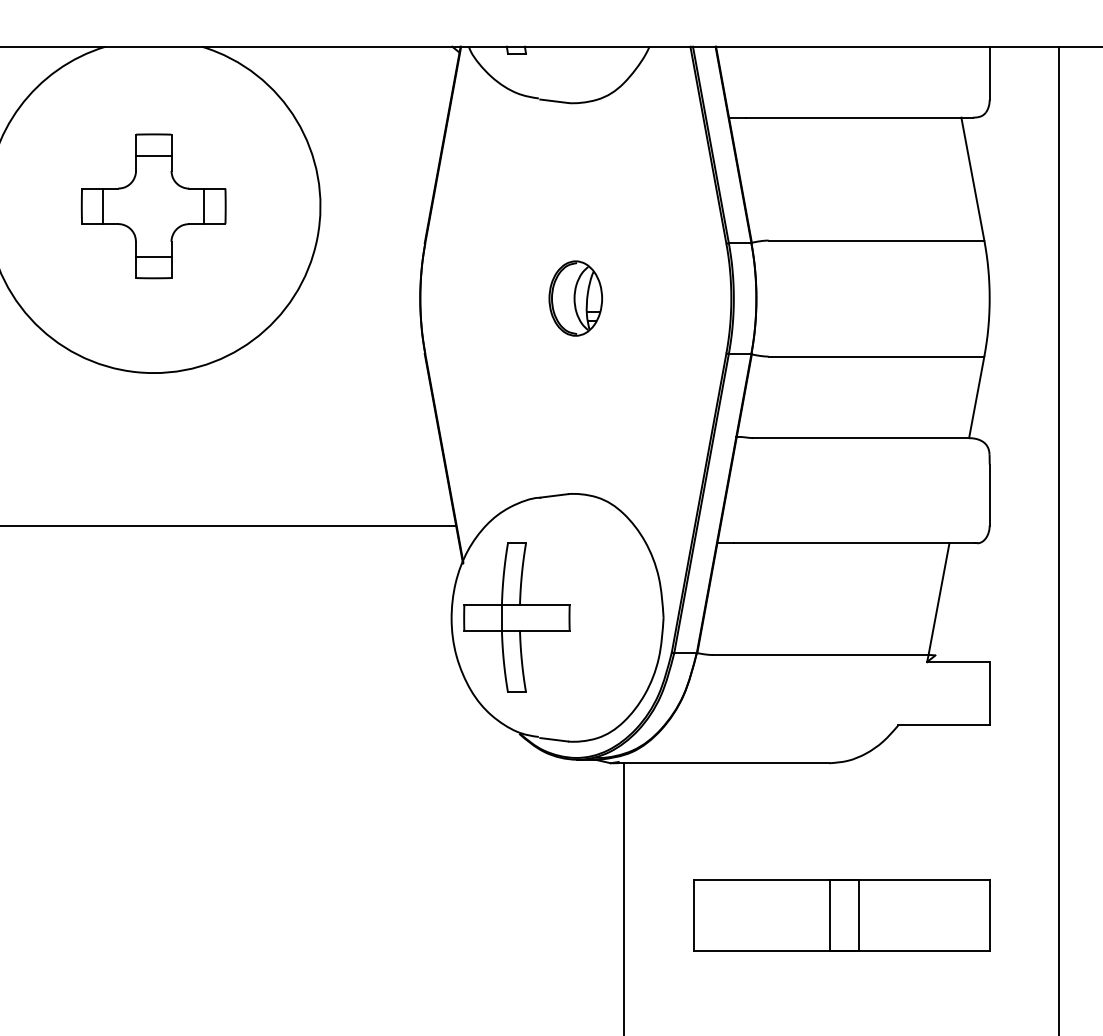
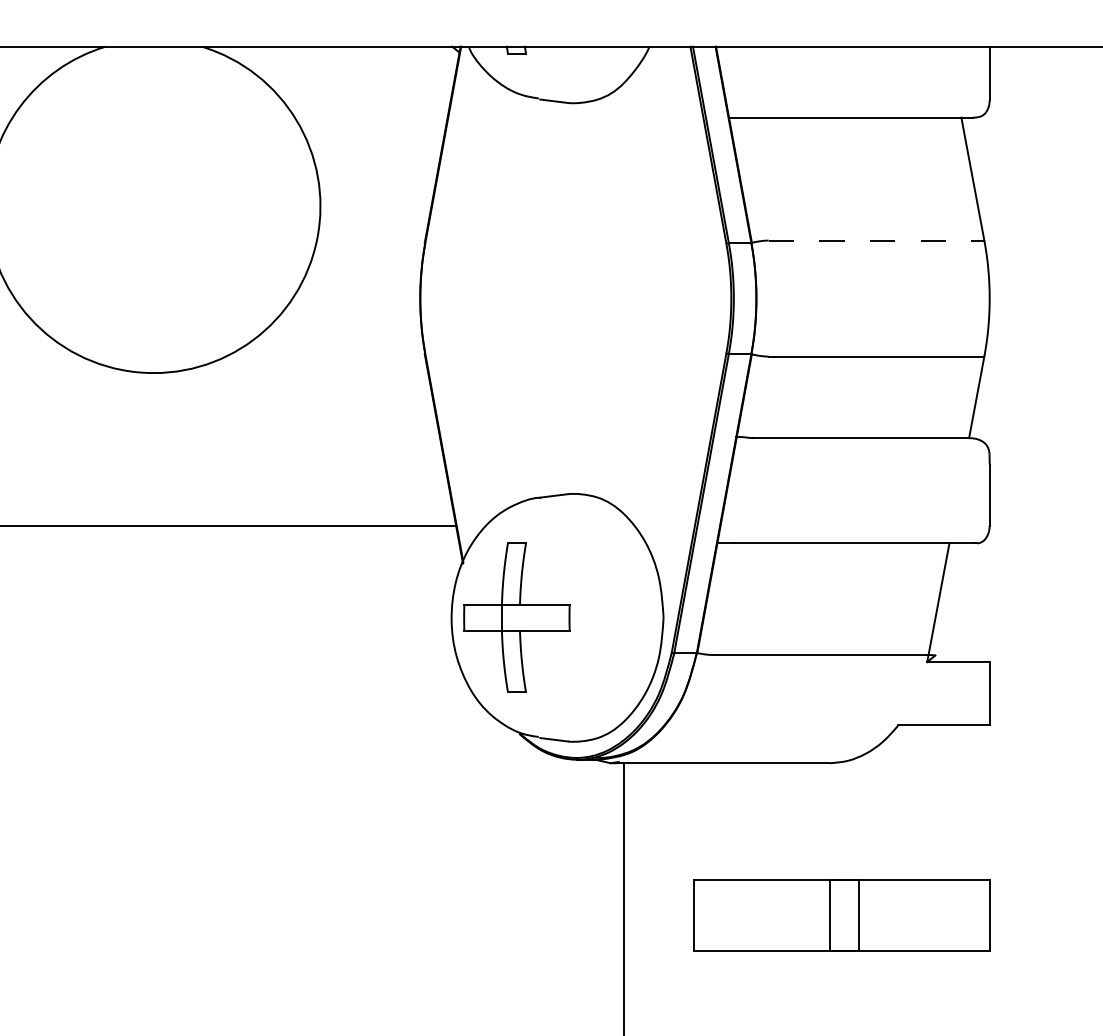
part at (153, 206): present -> none
line at (876, 240): solid -> dashed
part at (575, 298): present -> none
line at (1058, 539): present -> none
